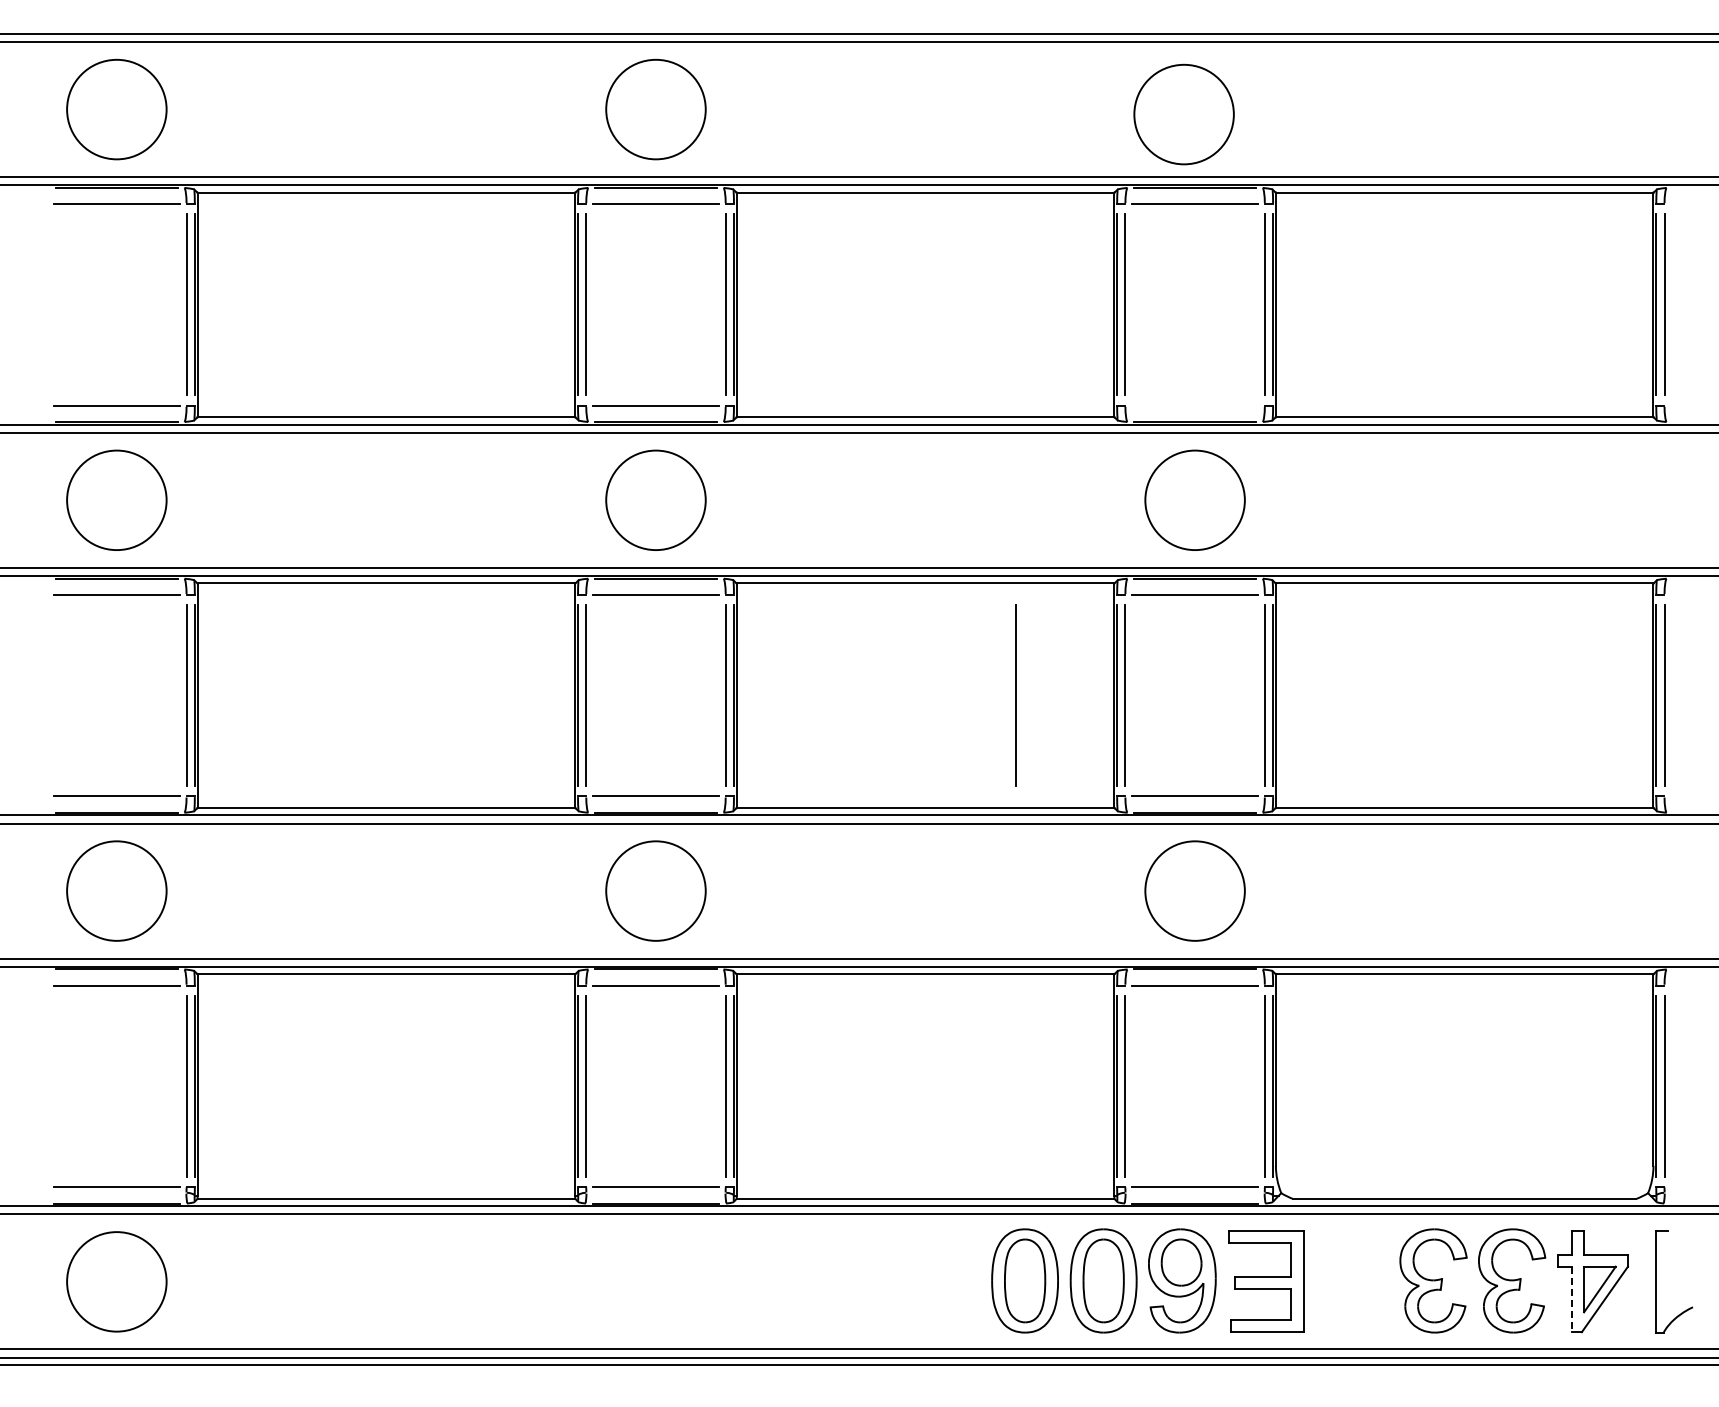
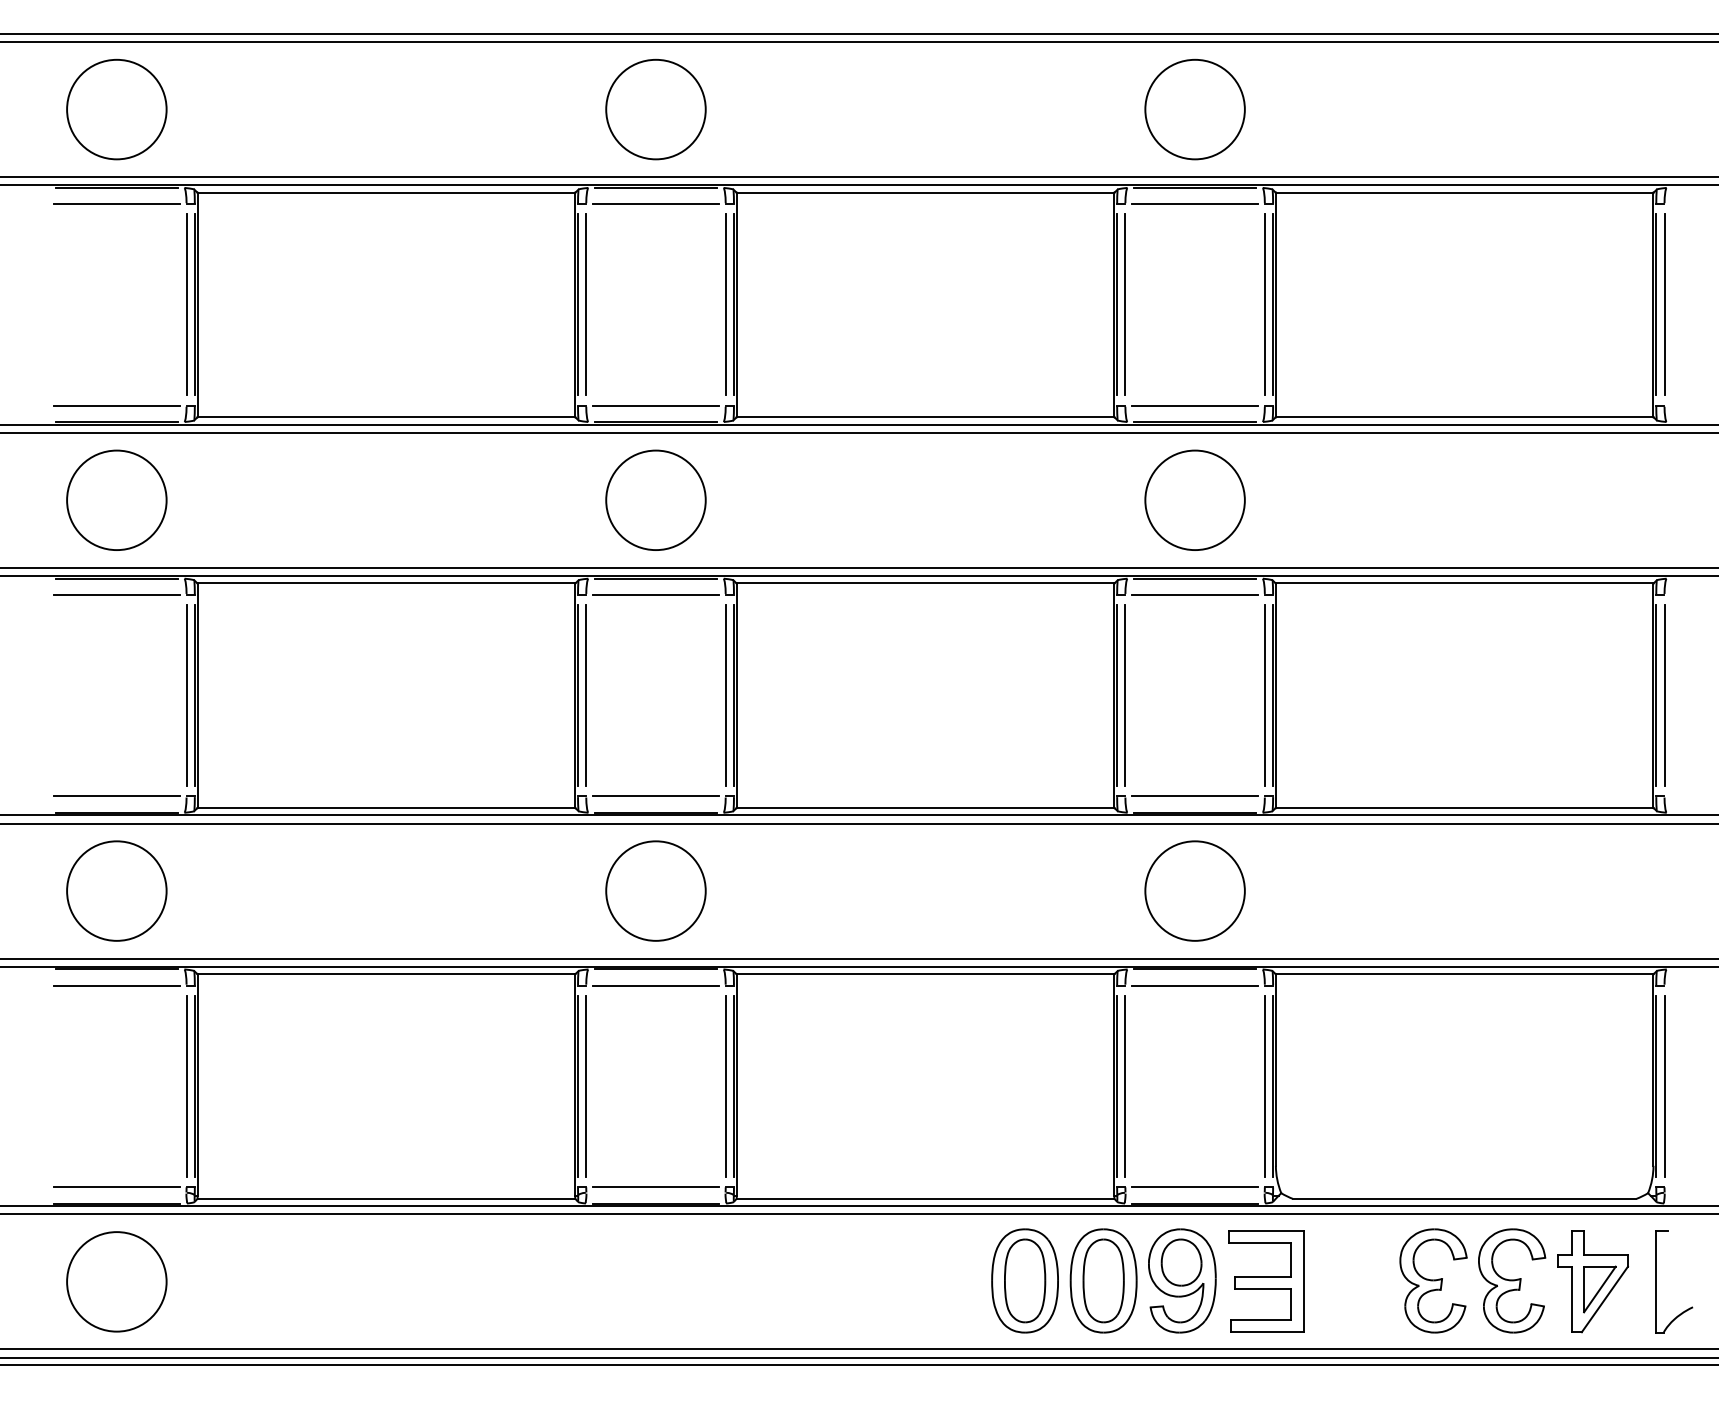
circle at (1183, 114) position: (1183, 114) -> (1194, 109)
line at (1194, 405): none -> present
line at (1015, 695): present -> none
line at (1571, 1299): dashed -> solid
